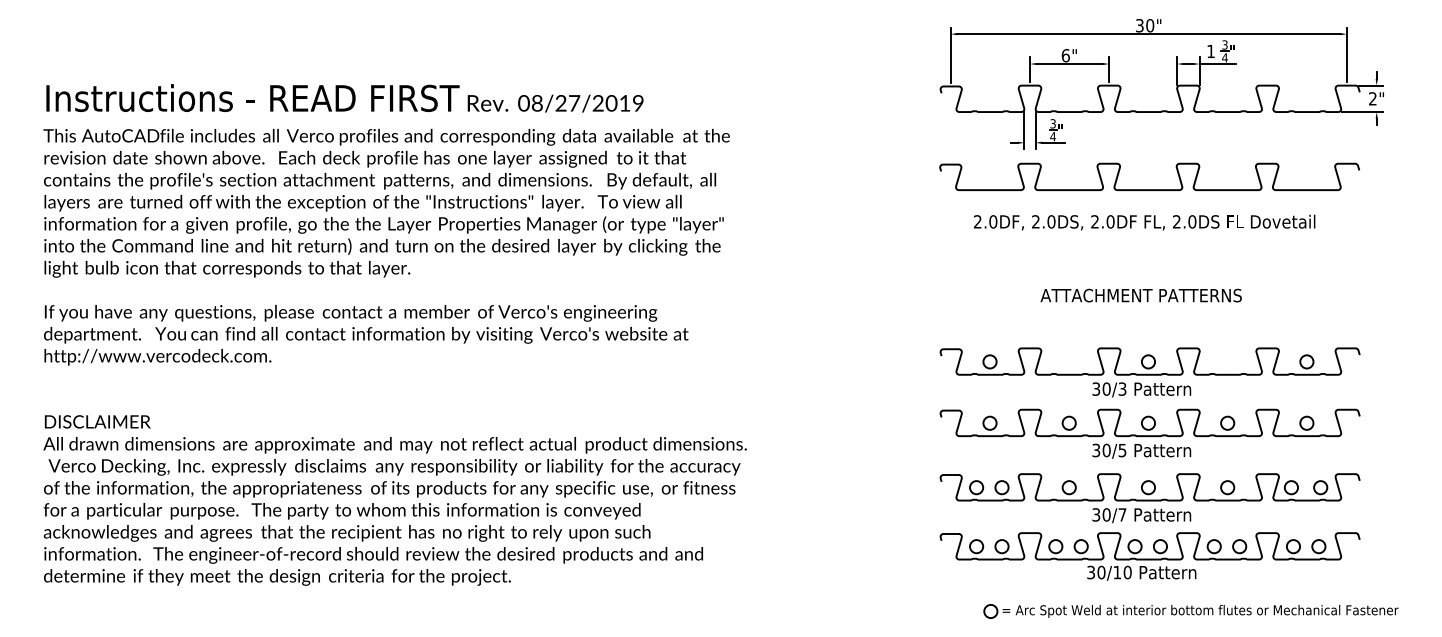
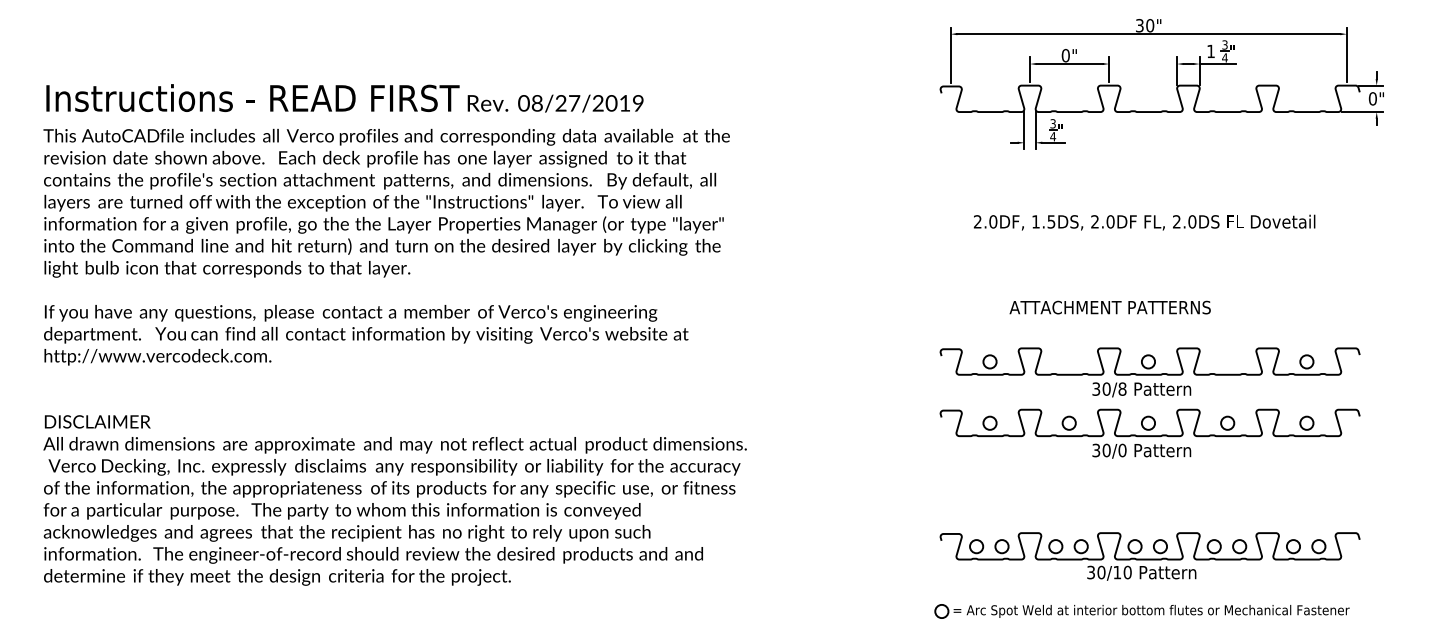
text at (1065, 55): 6" -> 0"
text at (1372, 98): 2" -> 0"
curve at (1149, 189): present -> none
text at (1043, 221): 2.0DS, -> 1.5DS,
text at (1140, 295) position: (1140, 295) -> (1109, 307)
text at (1122, 388): 30/3 -> 30/8
text at (1122, 450): 30/5 -> 30/0
part at (1149, 498): present -> none
part at (1190, 611) position: (1190, 611) -> (1141, 611)
